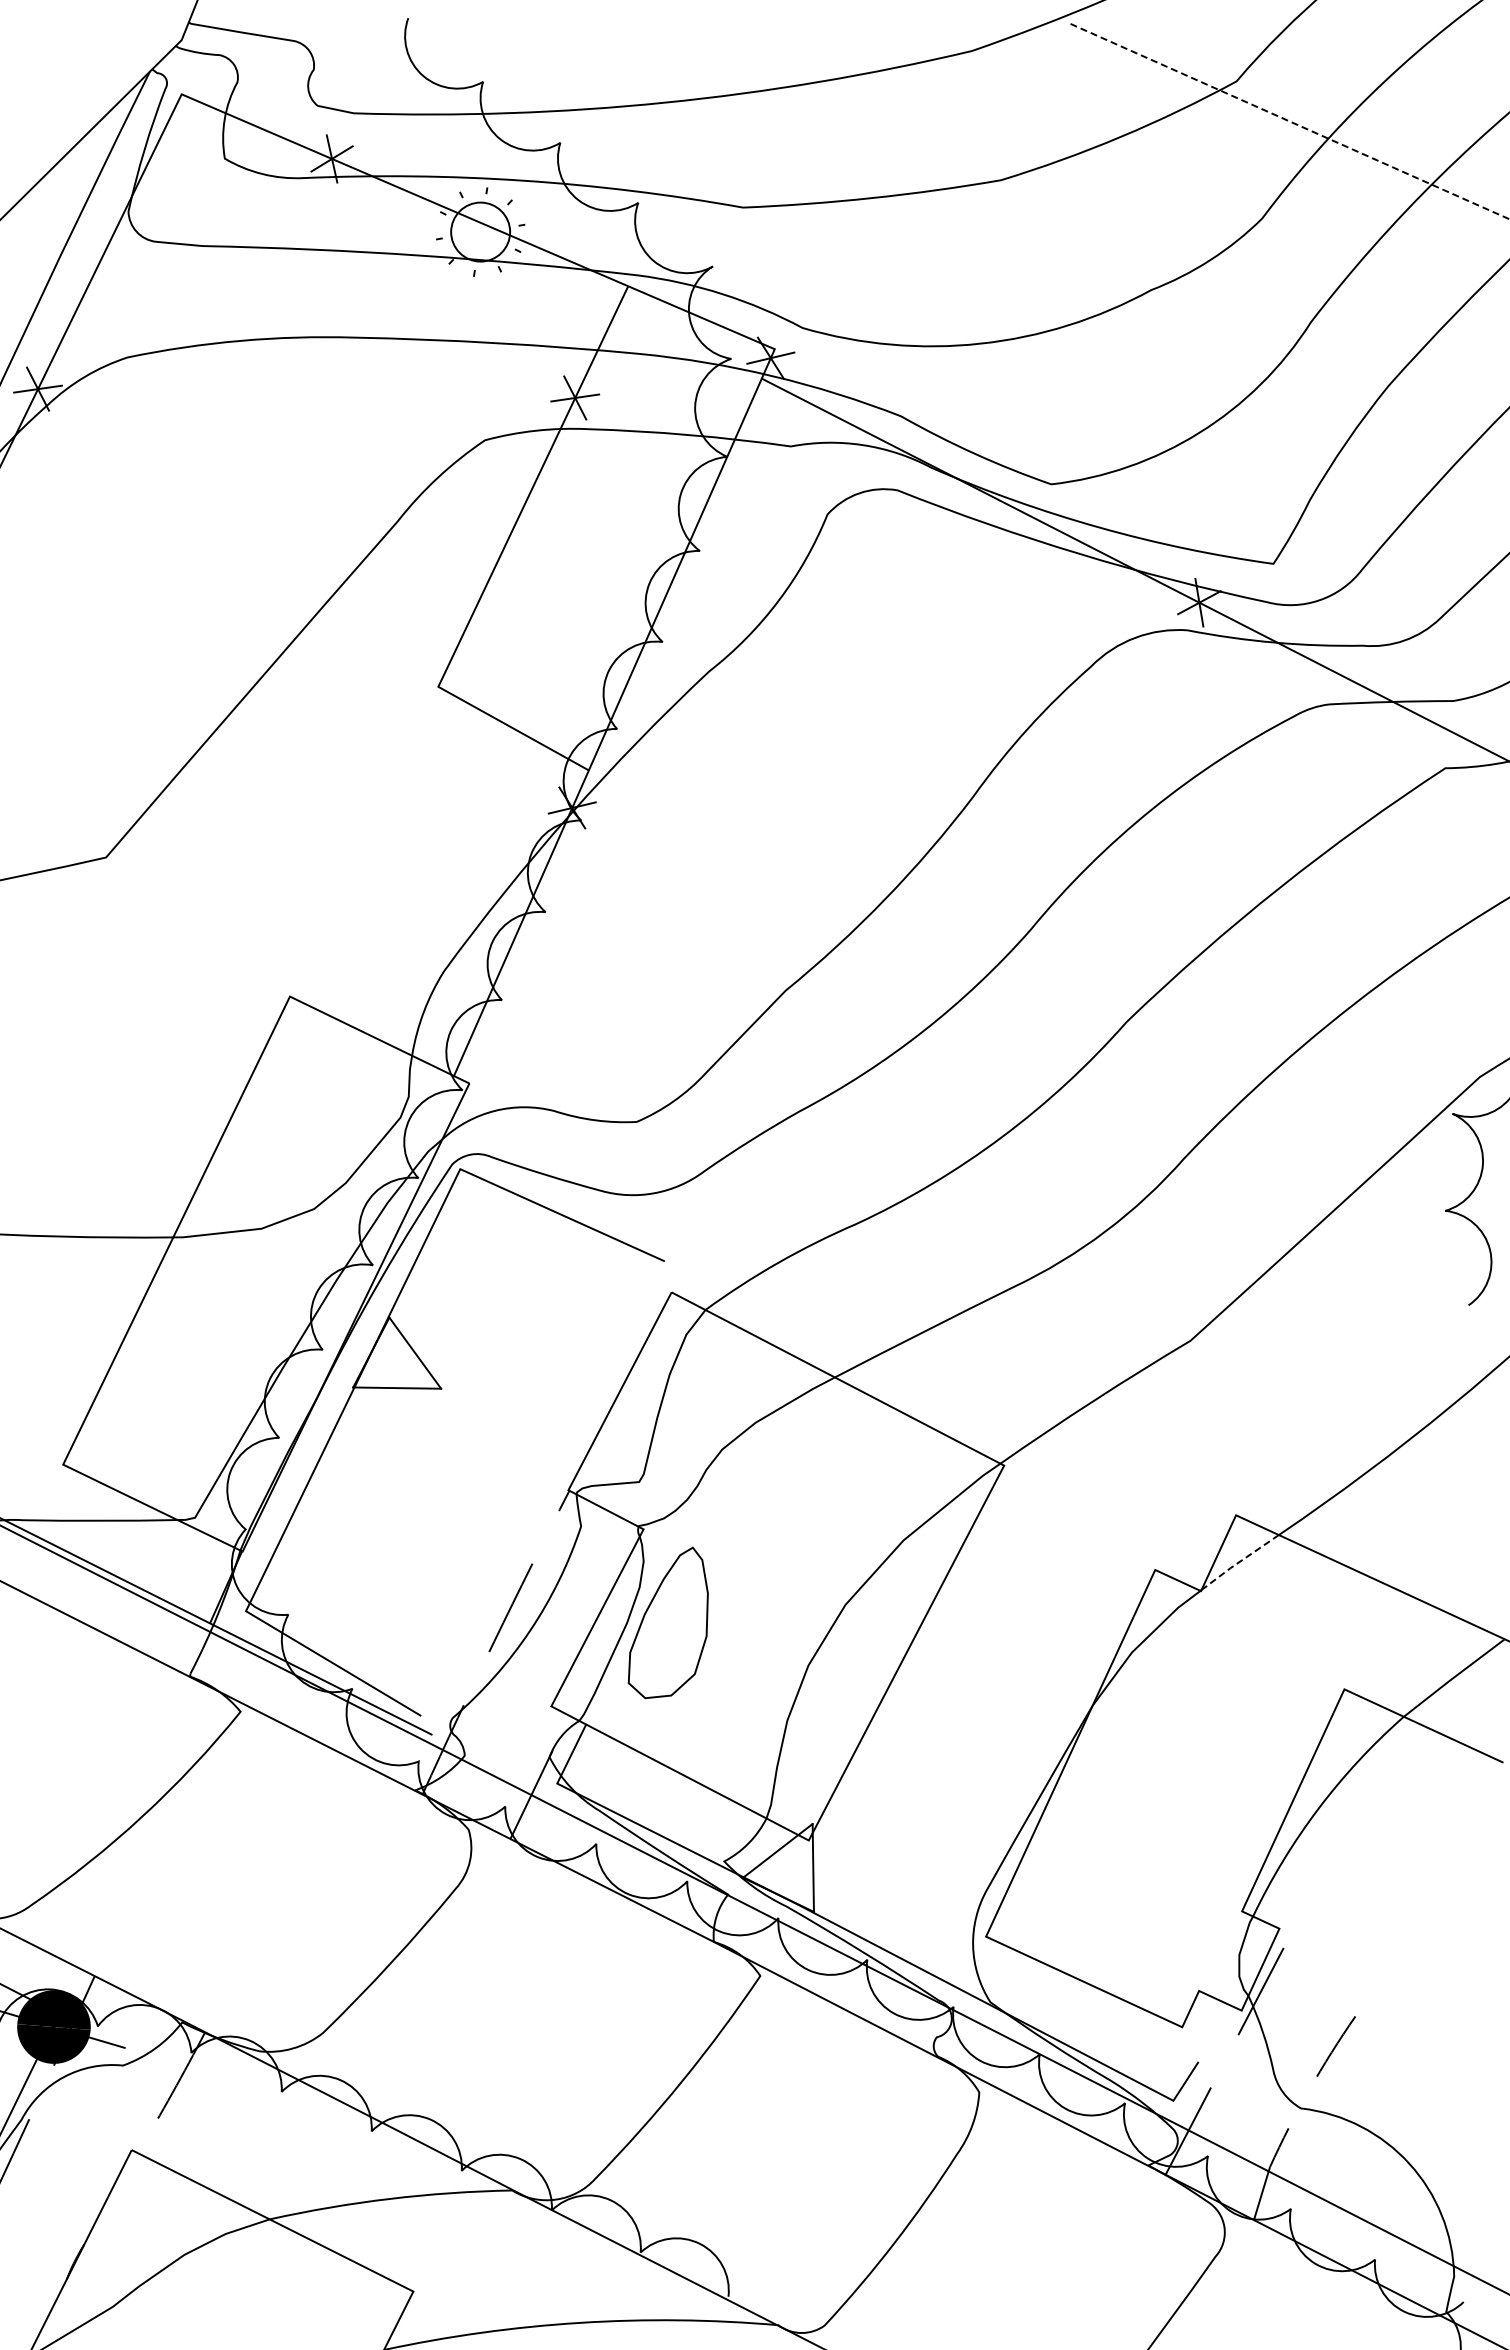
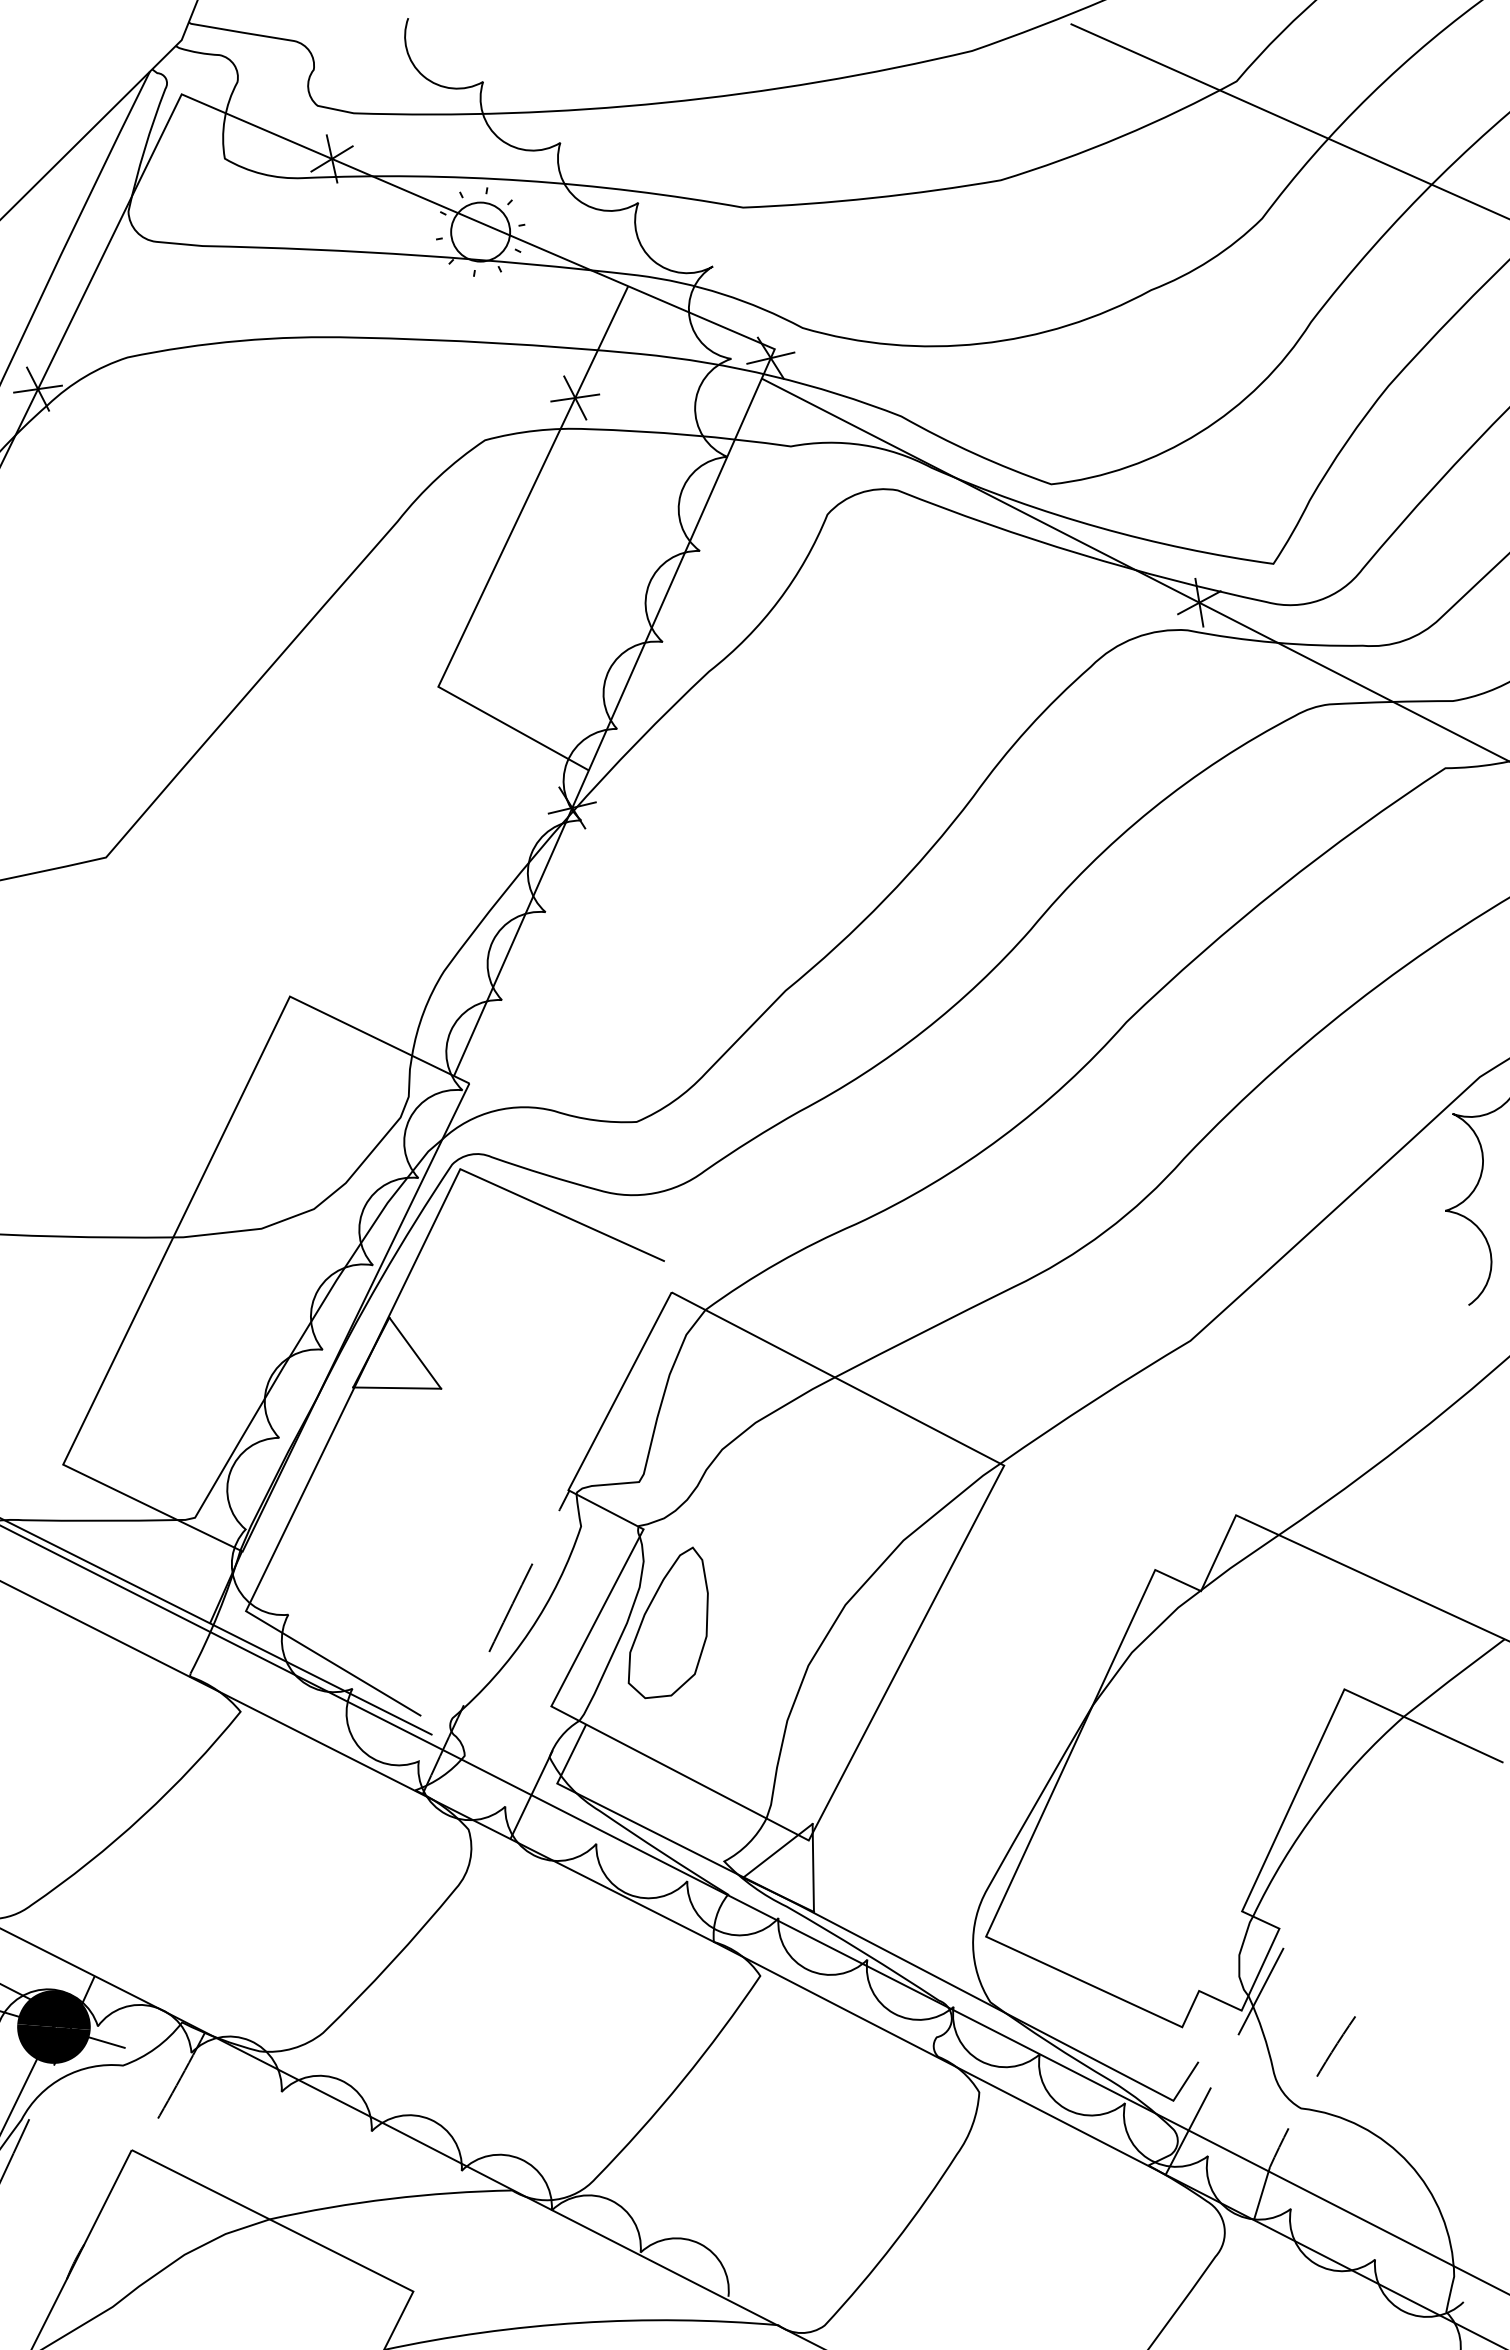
line at (1290, 121): dashed -> solid
line at (1238, 1562): dashed -> solid
